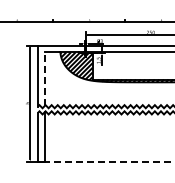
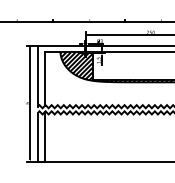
line at (44, 79): dashed -> solid
line at (109, 162): dashed -> solid
